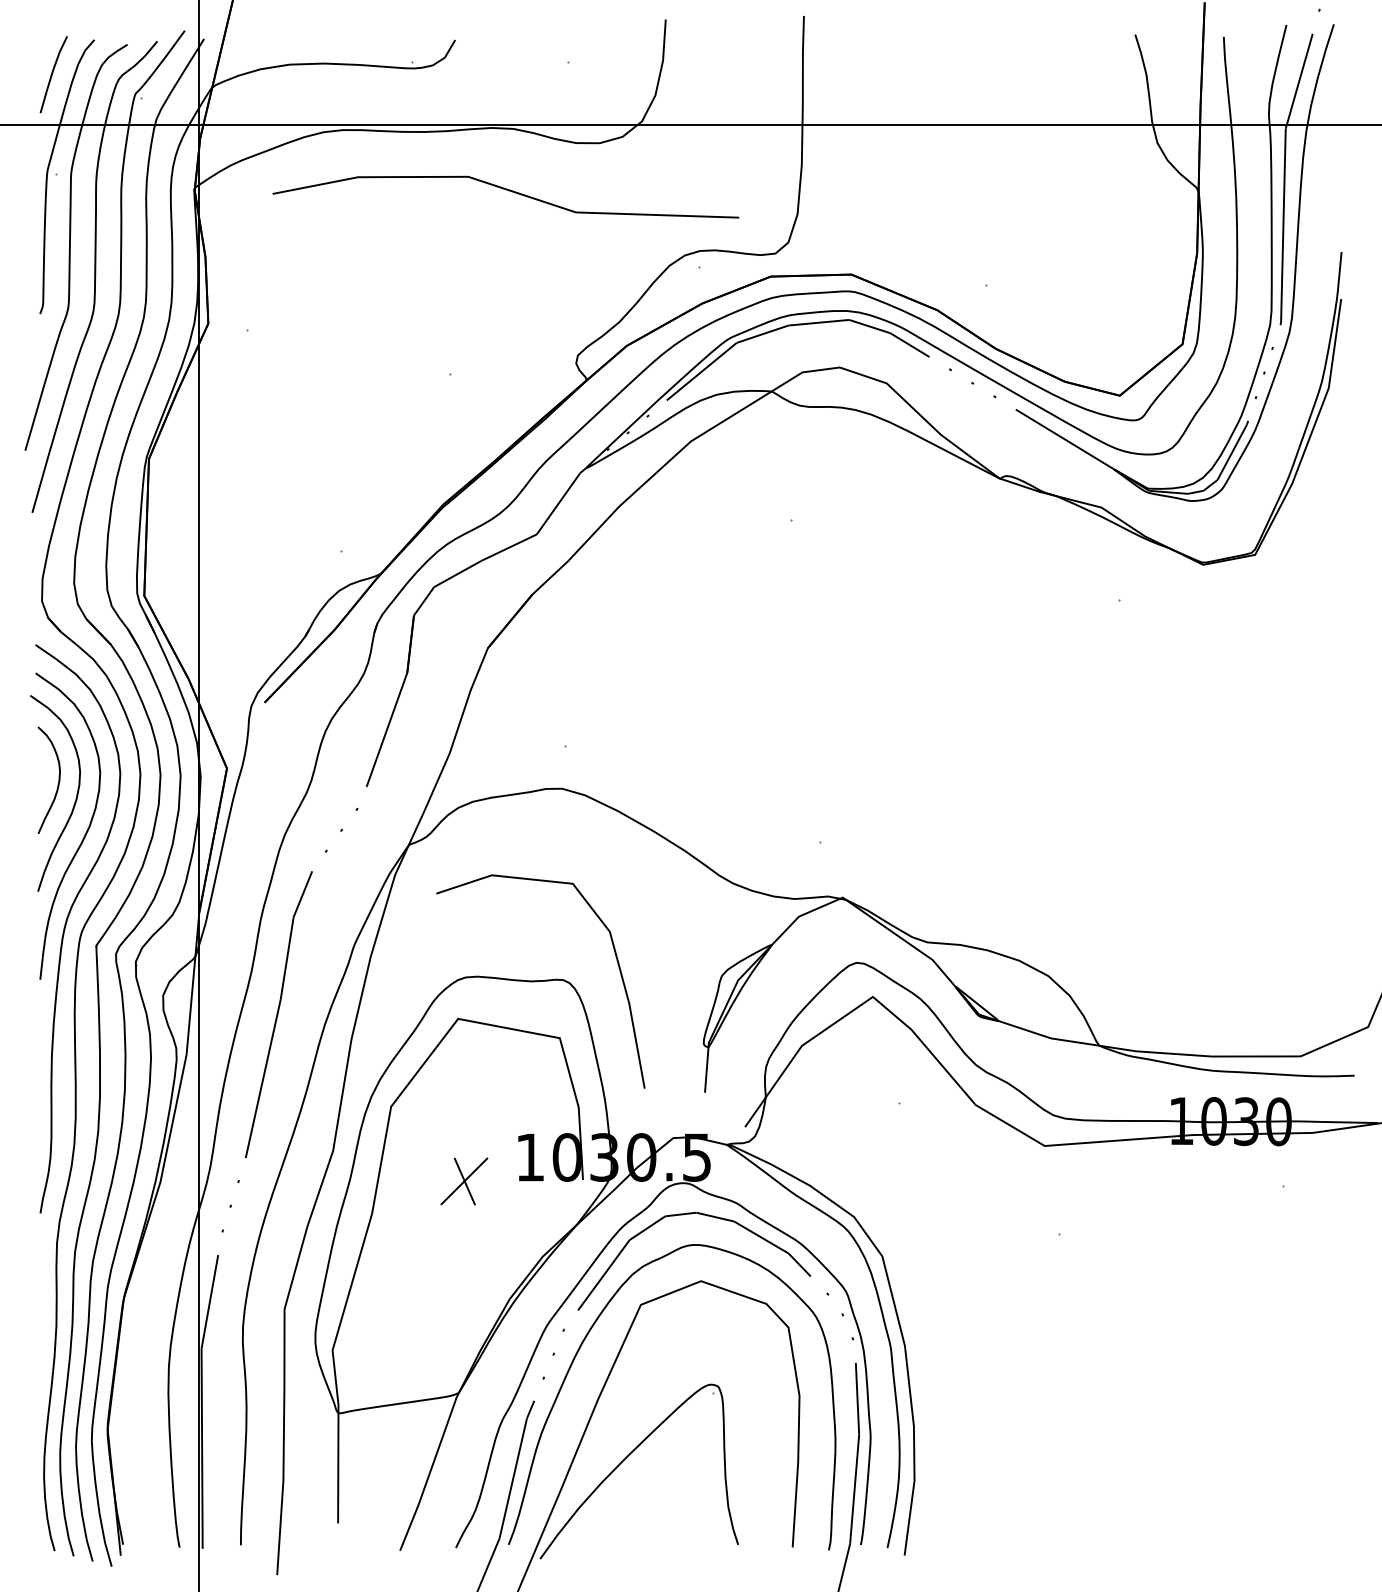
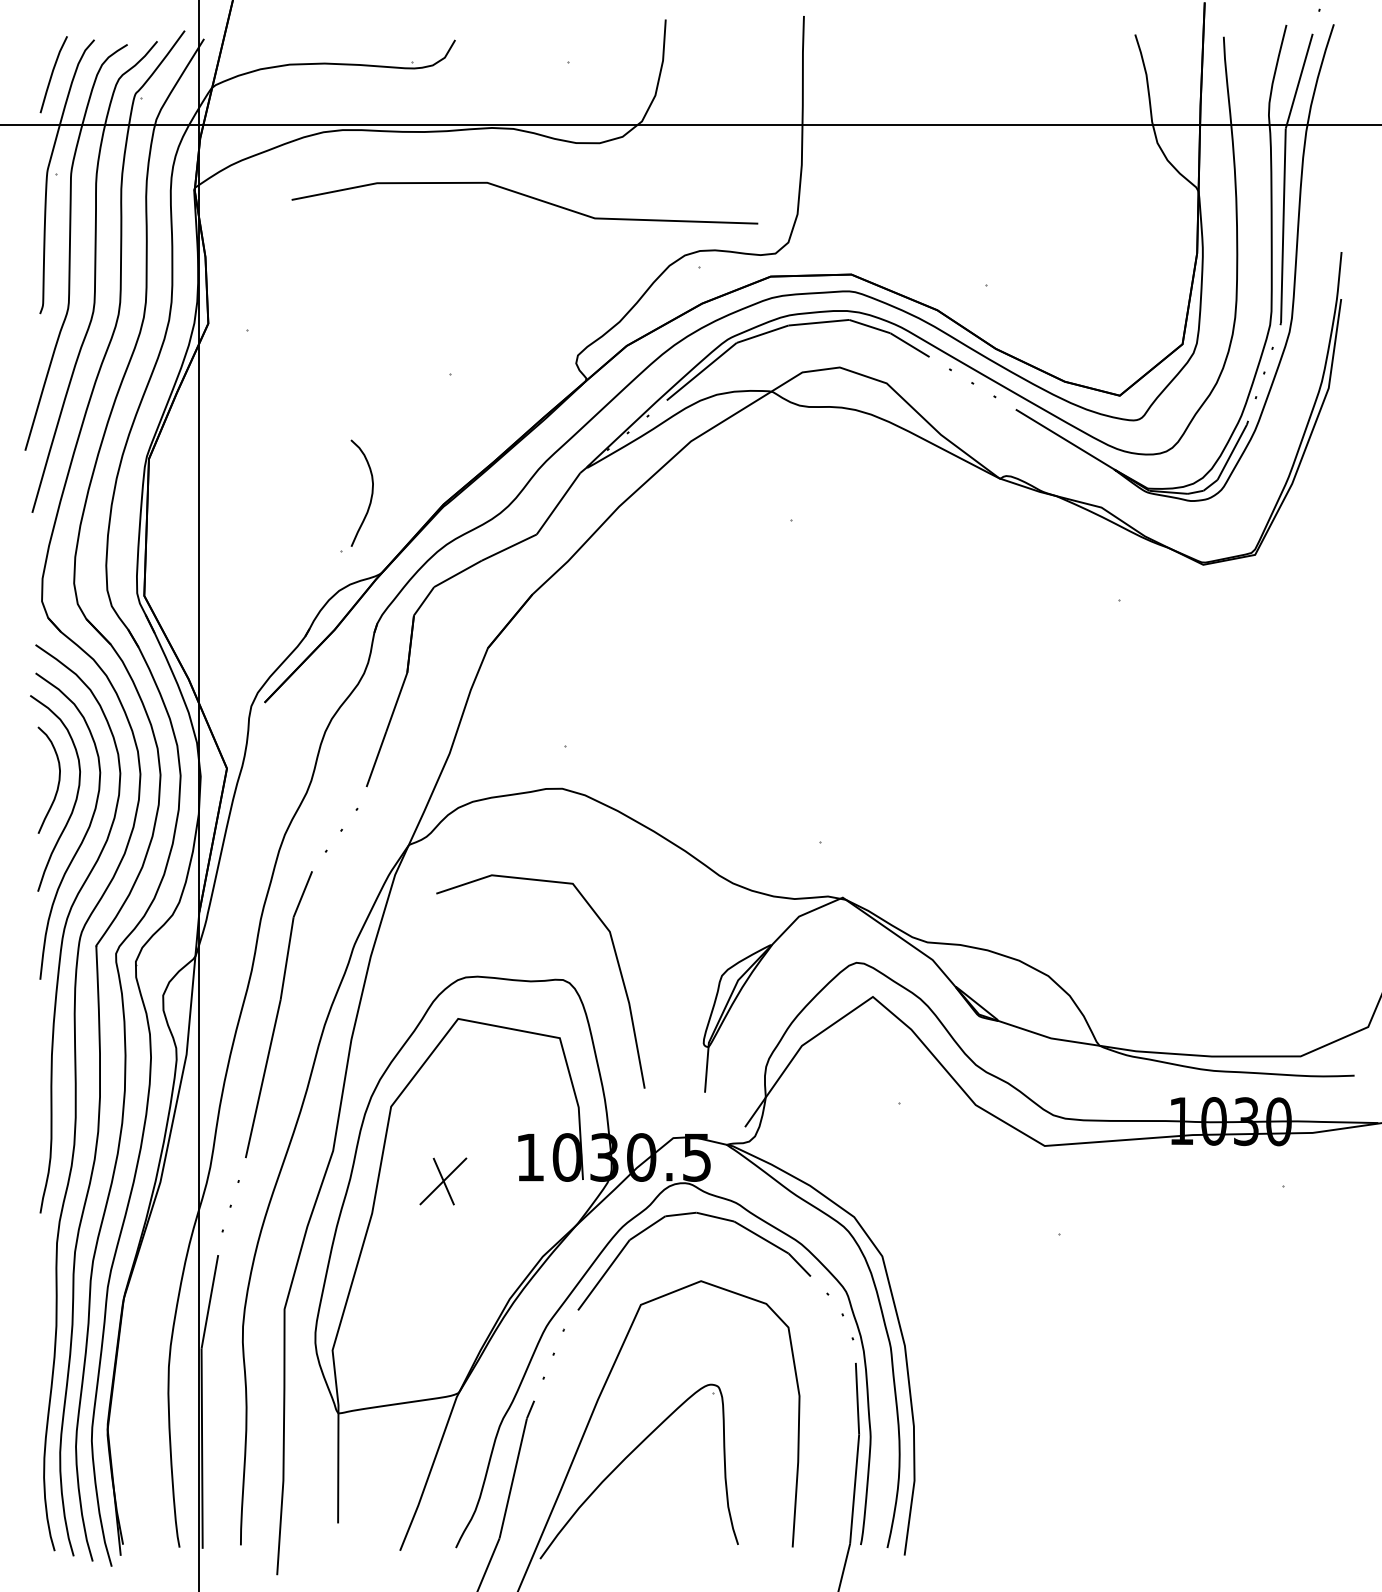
line at (505, 190) position: (505, 190) -> (524, 196)
curve at (371, 492): none -> present
part at (464, 1181) position: (464, 1181) -> (443, 1181)
curve at (579, 1350): present -> none
